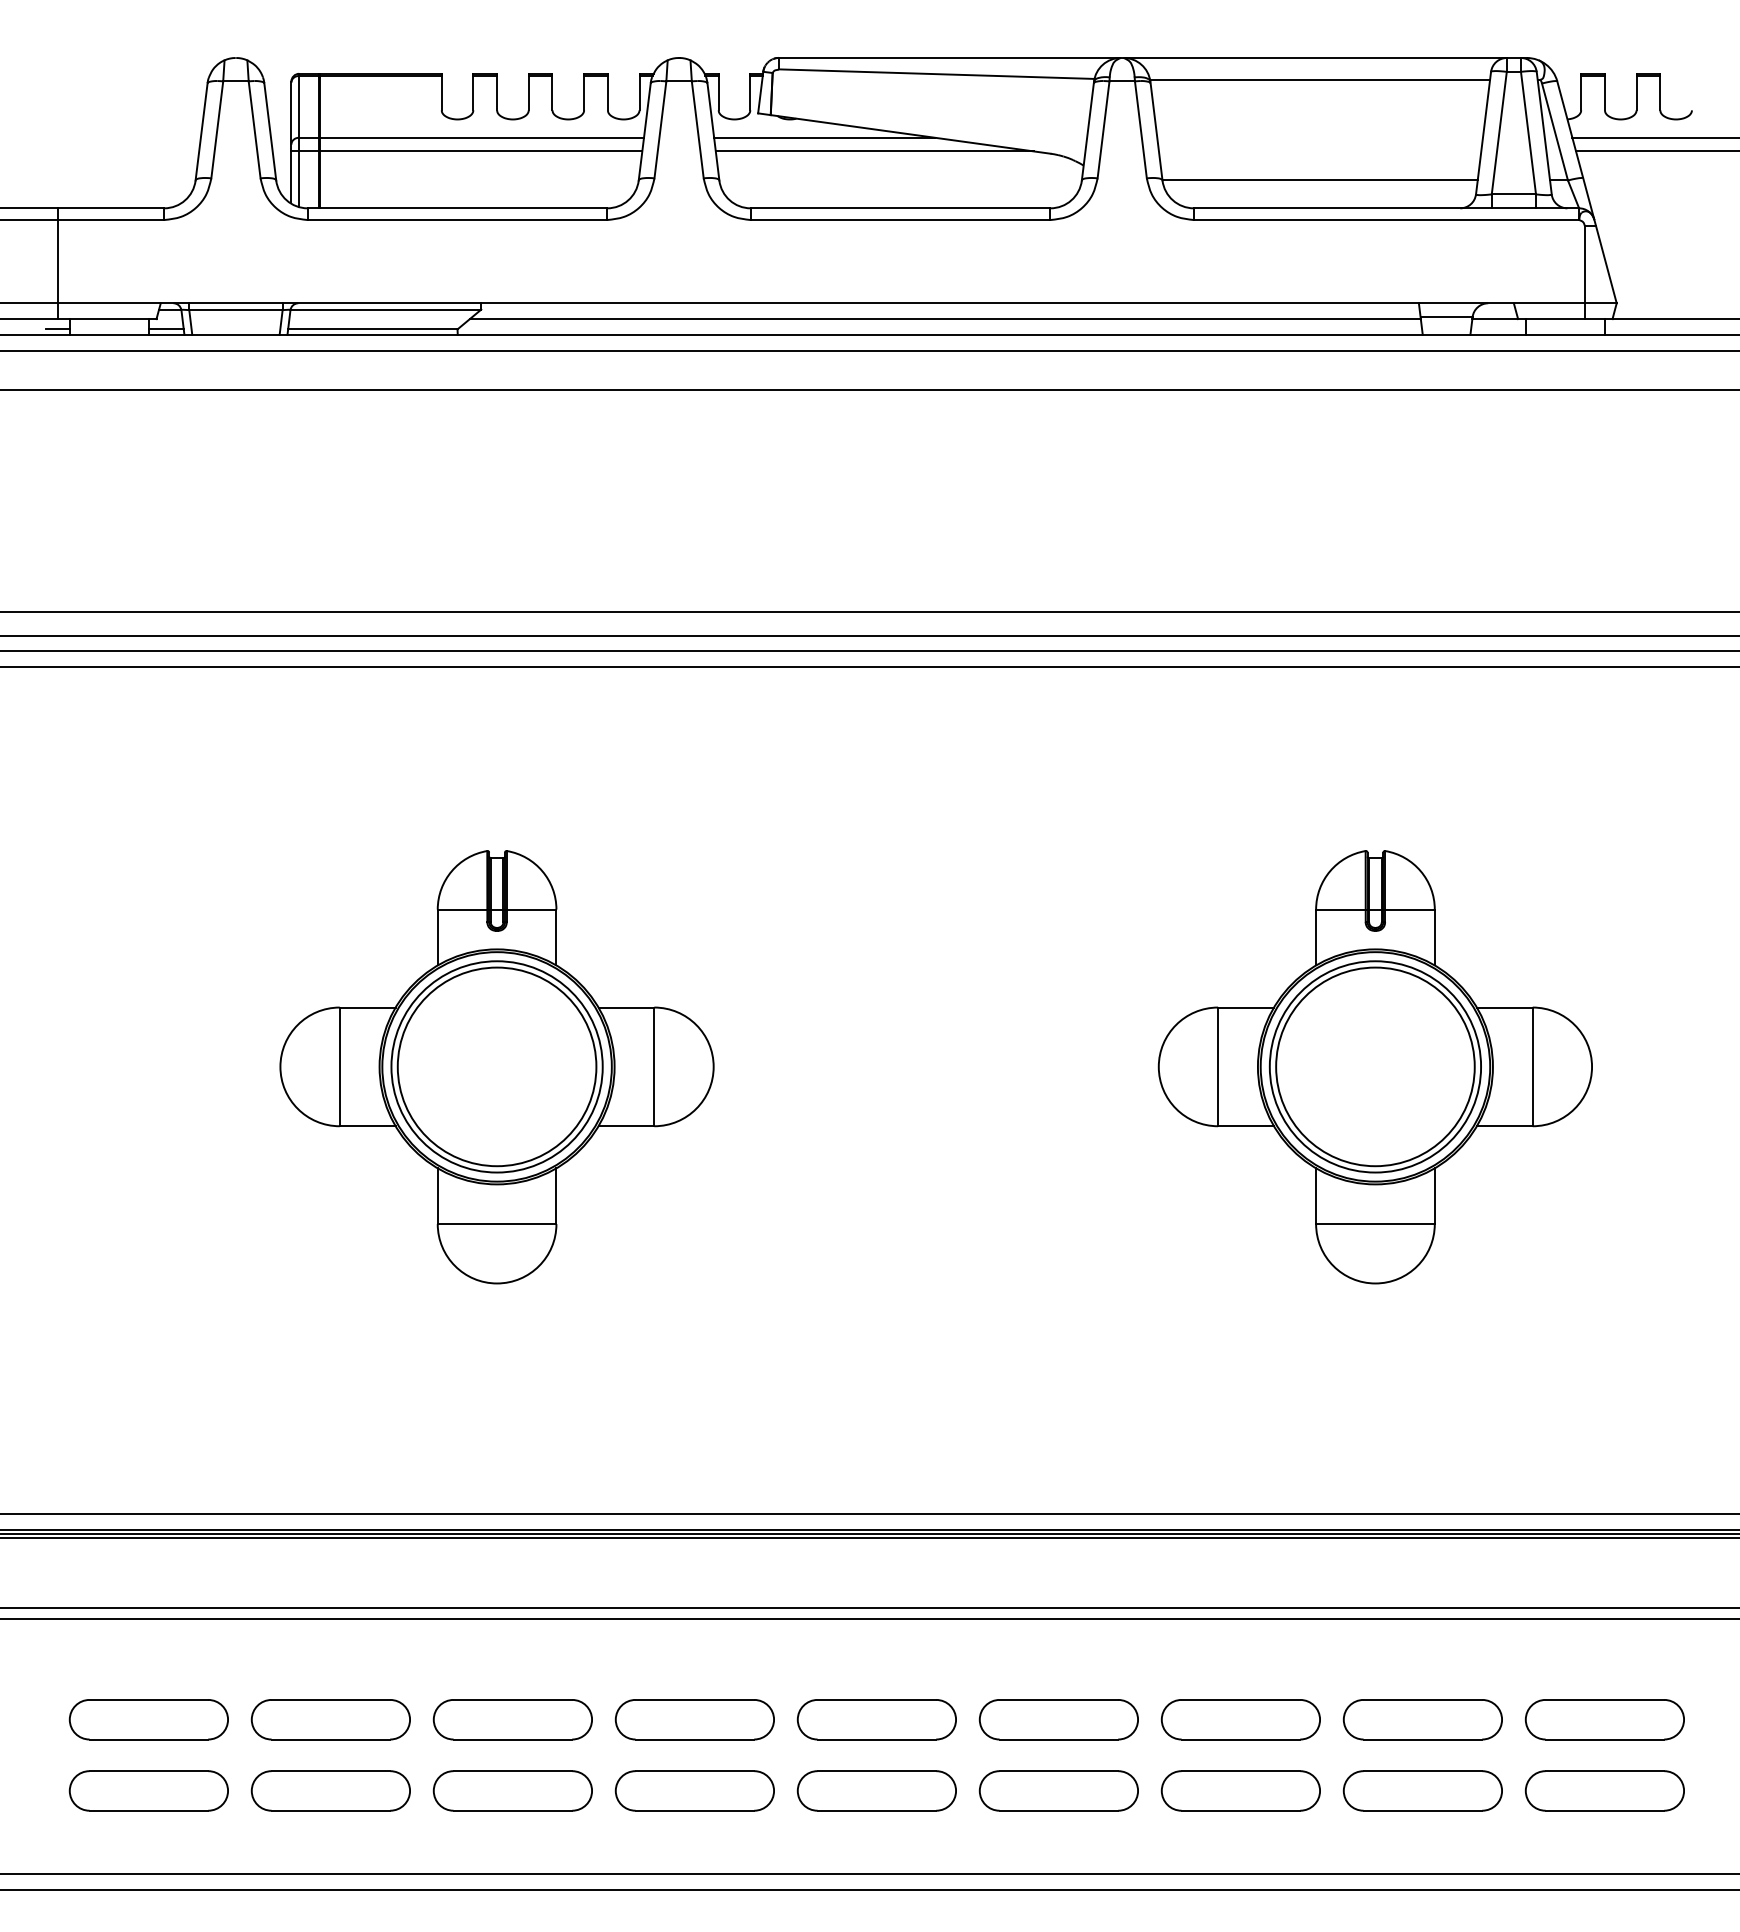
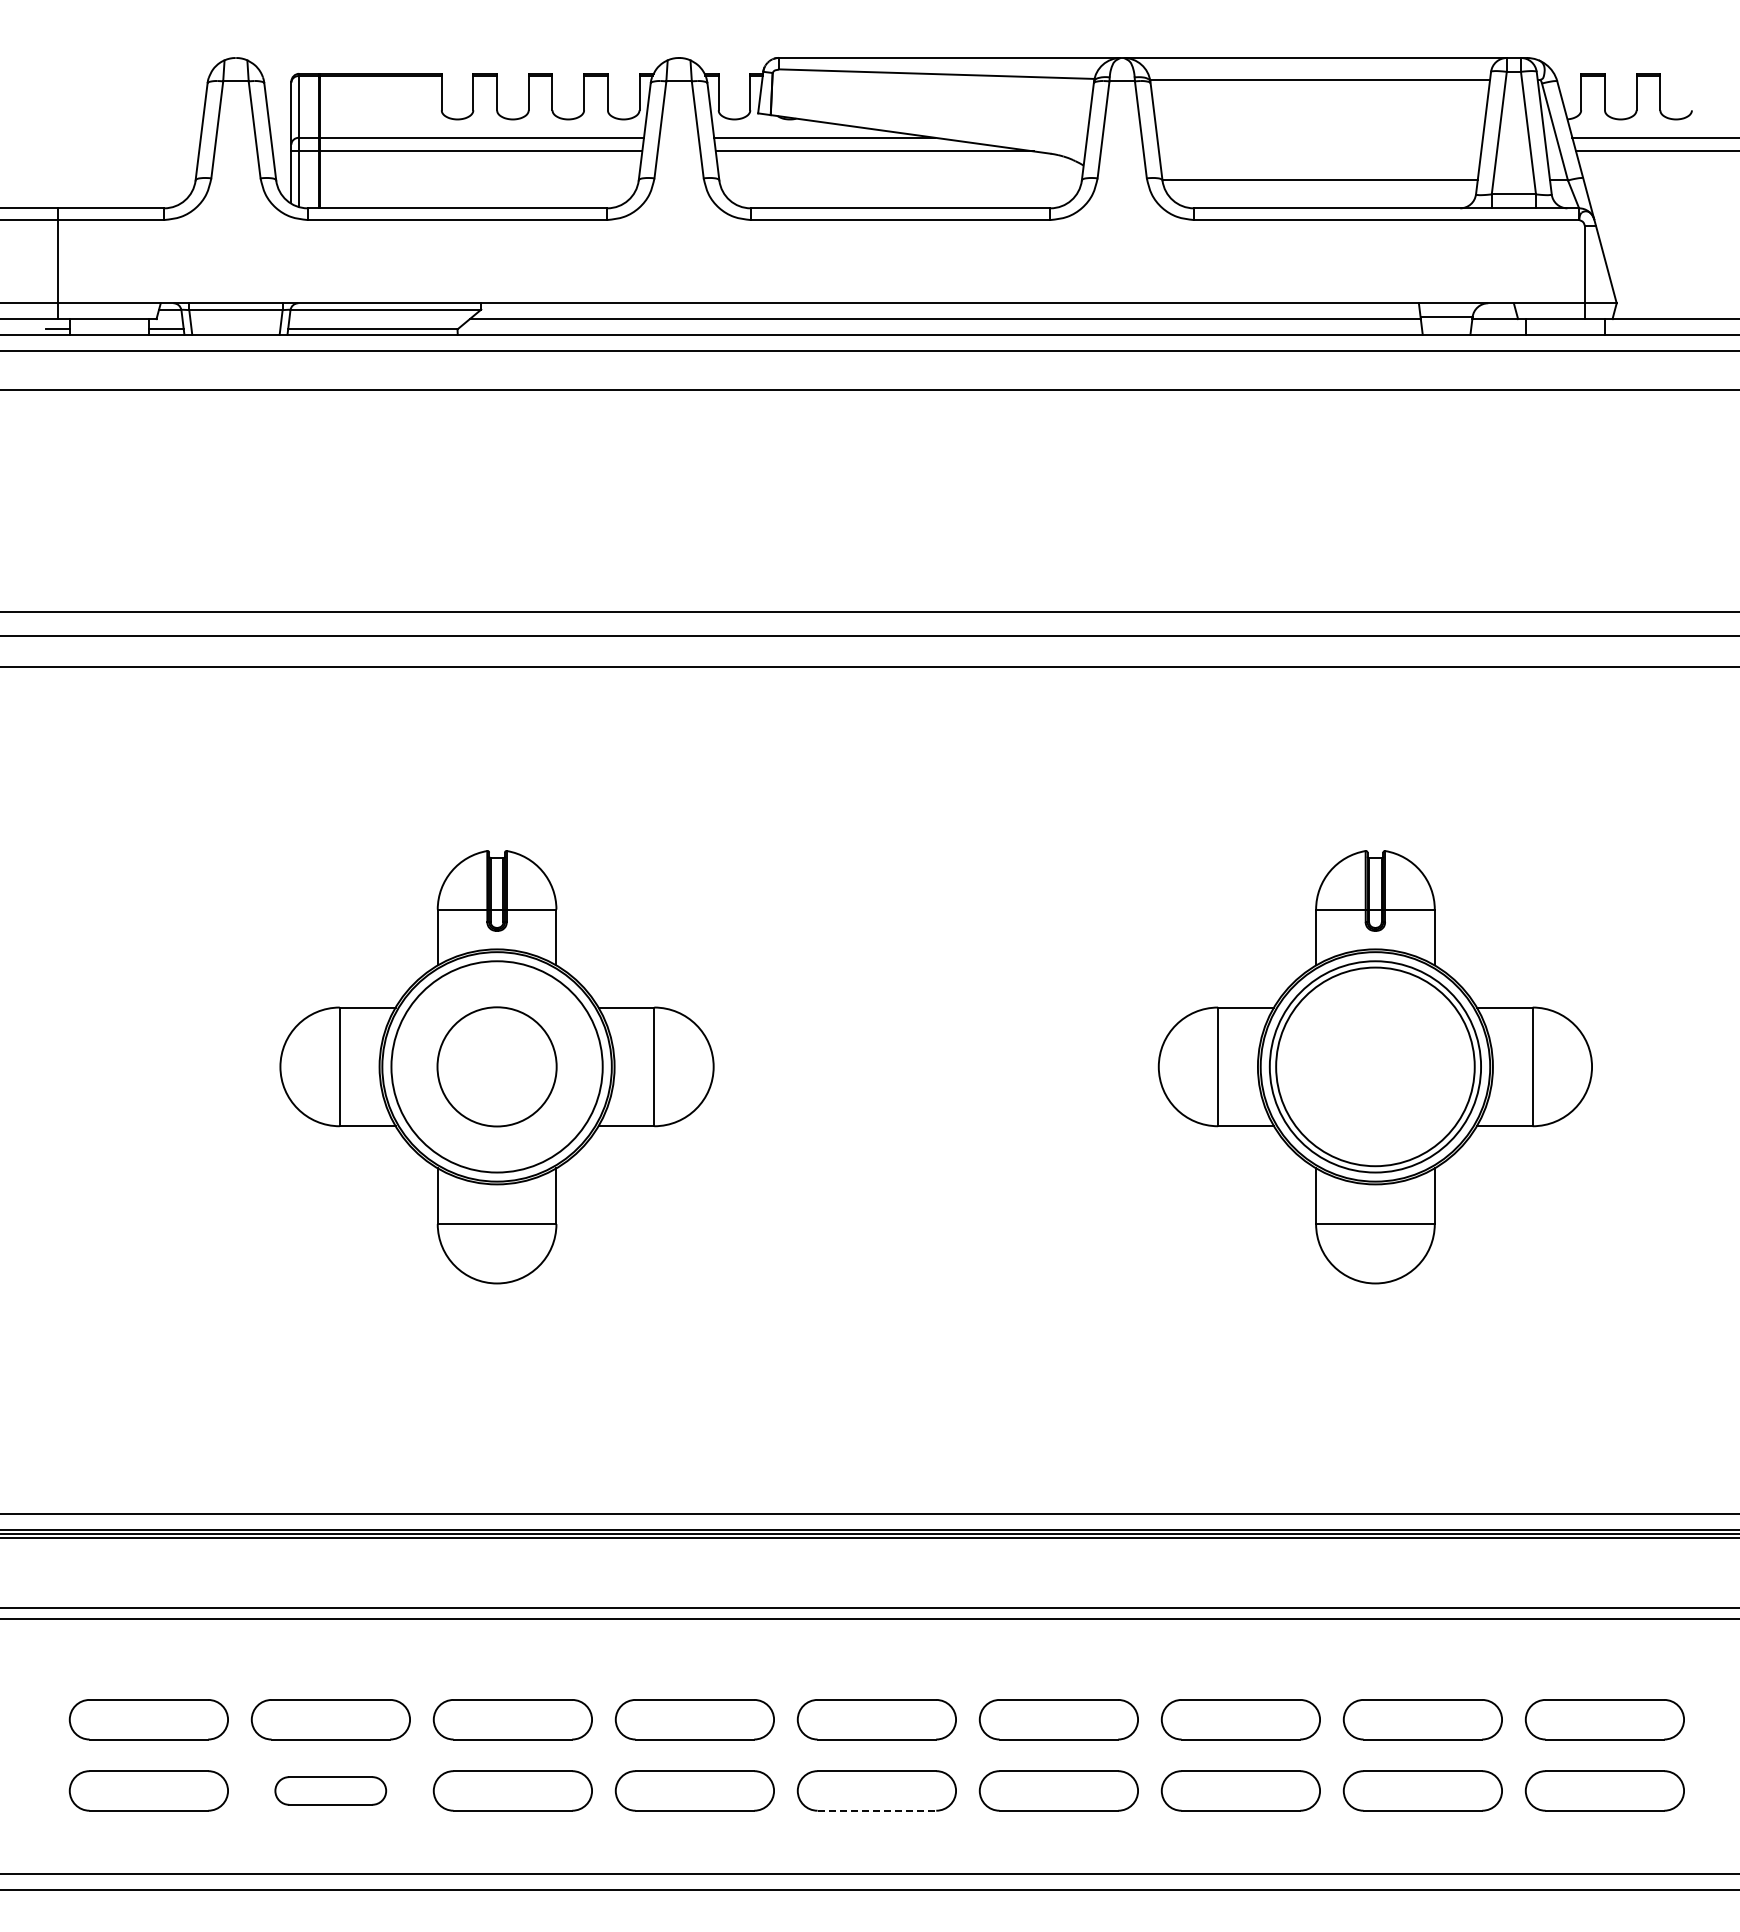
line at (869, 651): present -> none
circle at (496, 1066) diameter: 199 px -> 119 px
part at (330, 1790) size: 161x42 px -> 114x30 px
line at (877, 1810): solid -> dashed
